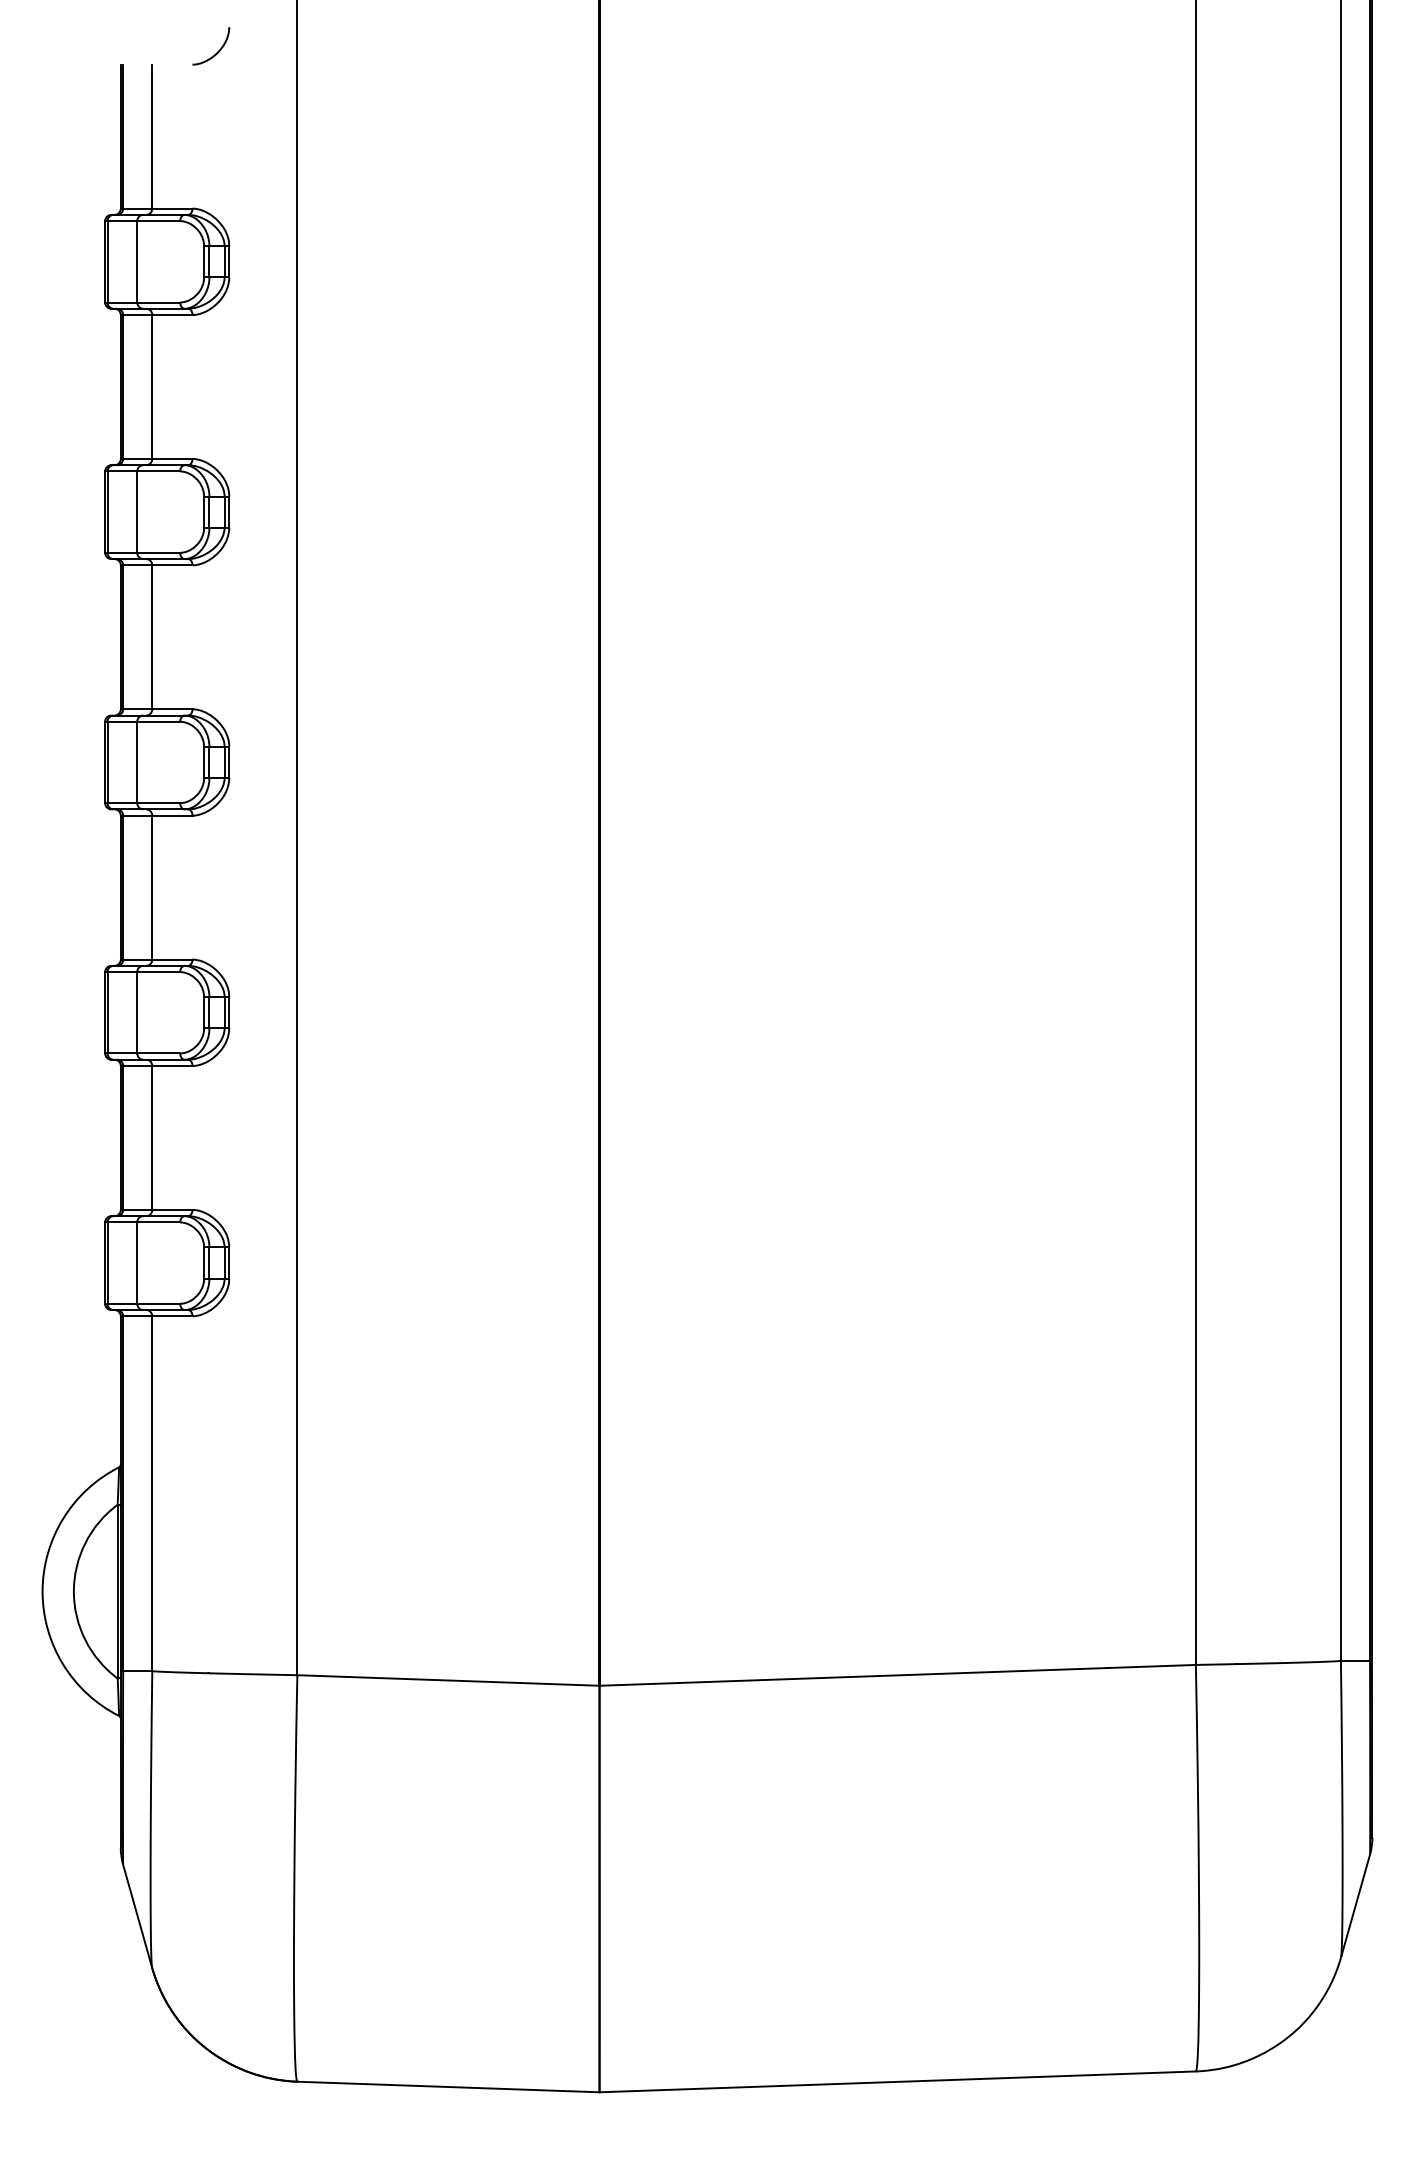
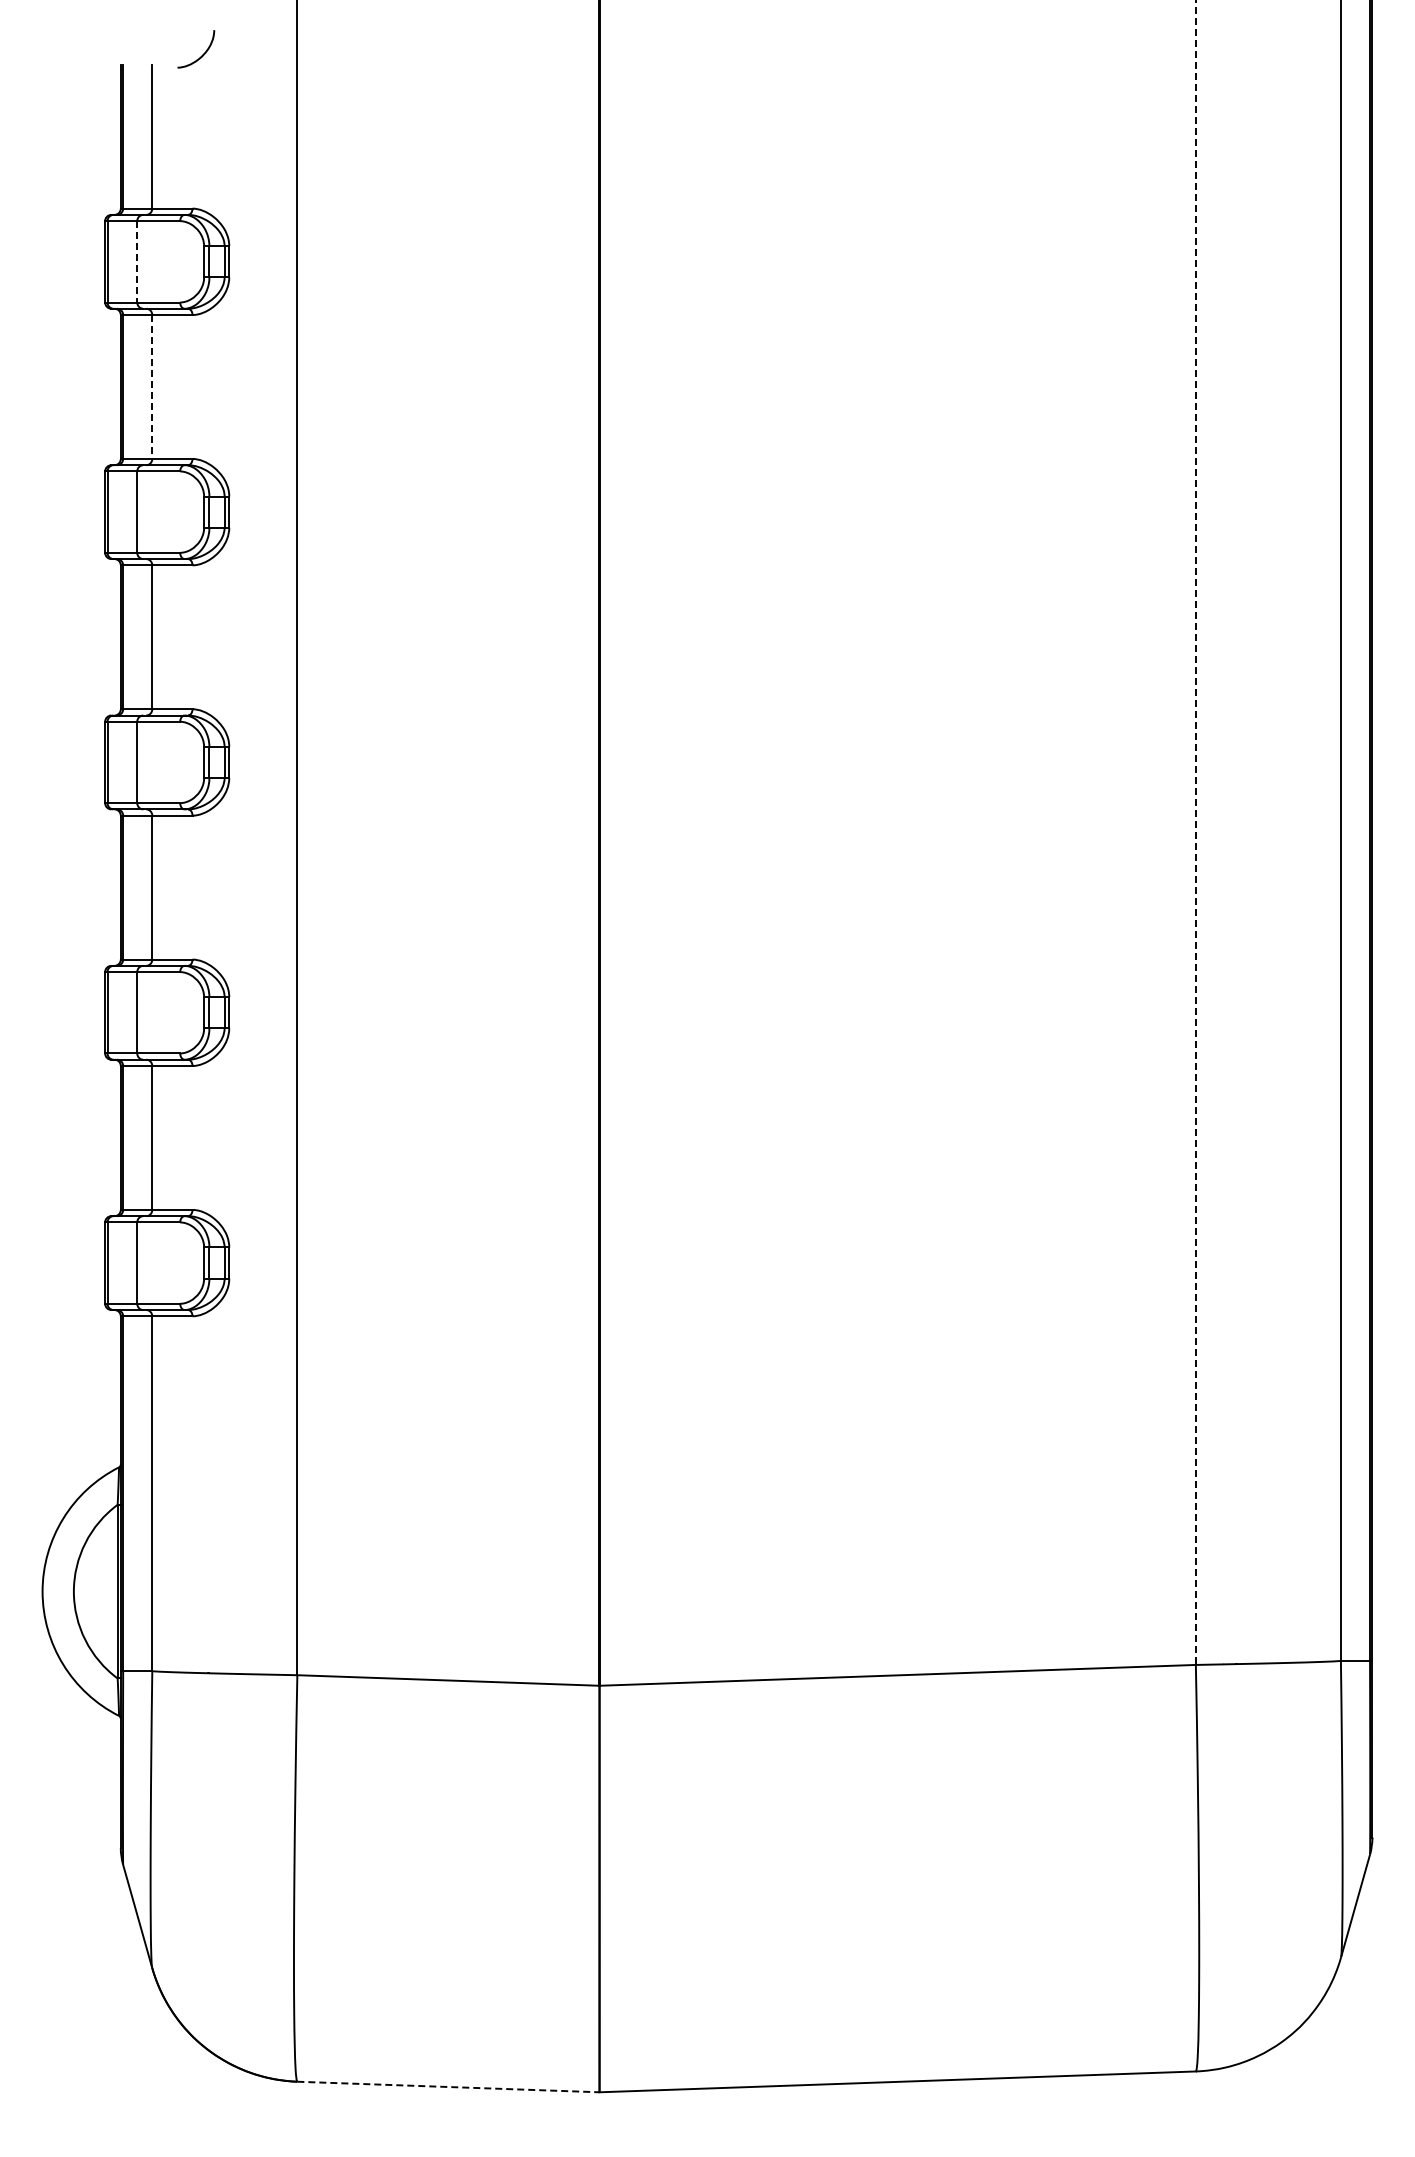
curve at (217, 51) position: (217, 51) -> (202, 54)
line at (137, 261): solid -> dashed
line at (152, 386): solid -> dashed
line at (1195, 832): solid -> dashed
line at (448, 2087): solid -> dashed
